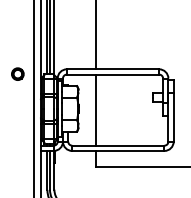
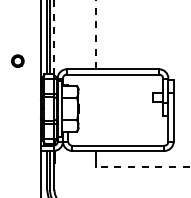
line at (95, 34): solid -> dashed
line at (54, 37): solid -> dashed
part at (17, 73) position: (17, 73) -> (17, 60)
line at (33, 98): present -> none
line at (95, 109): present -> none
line at (142, 167): solid -> dashed
